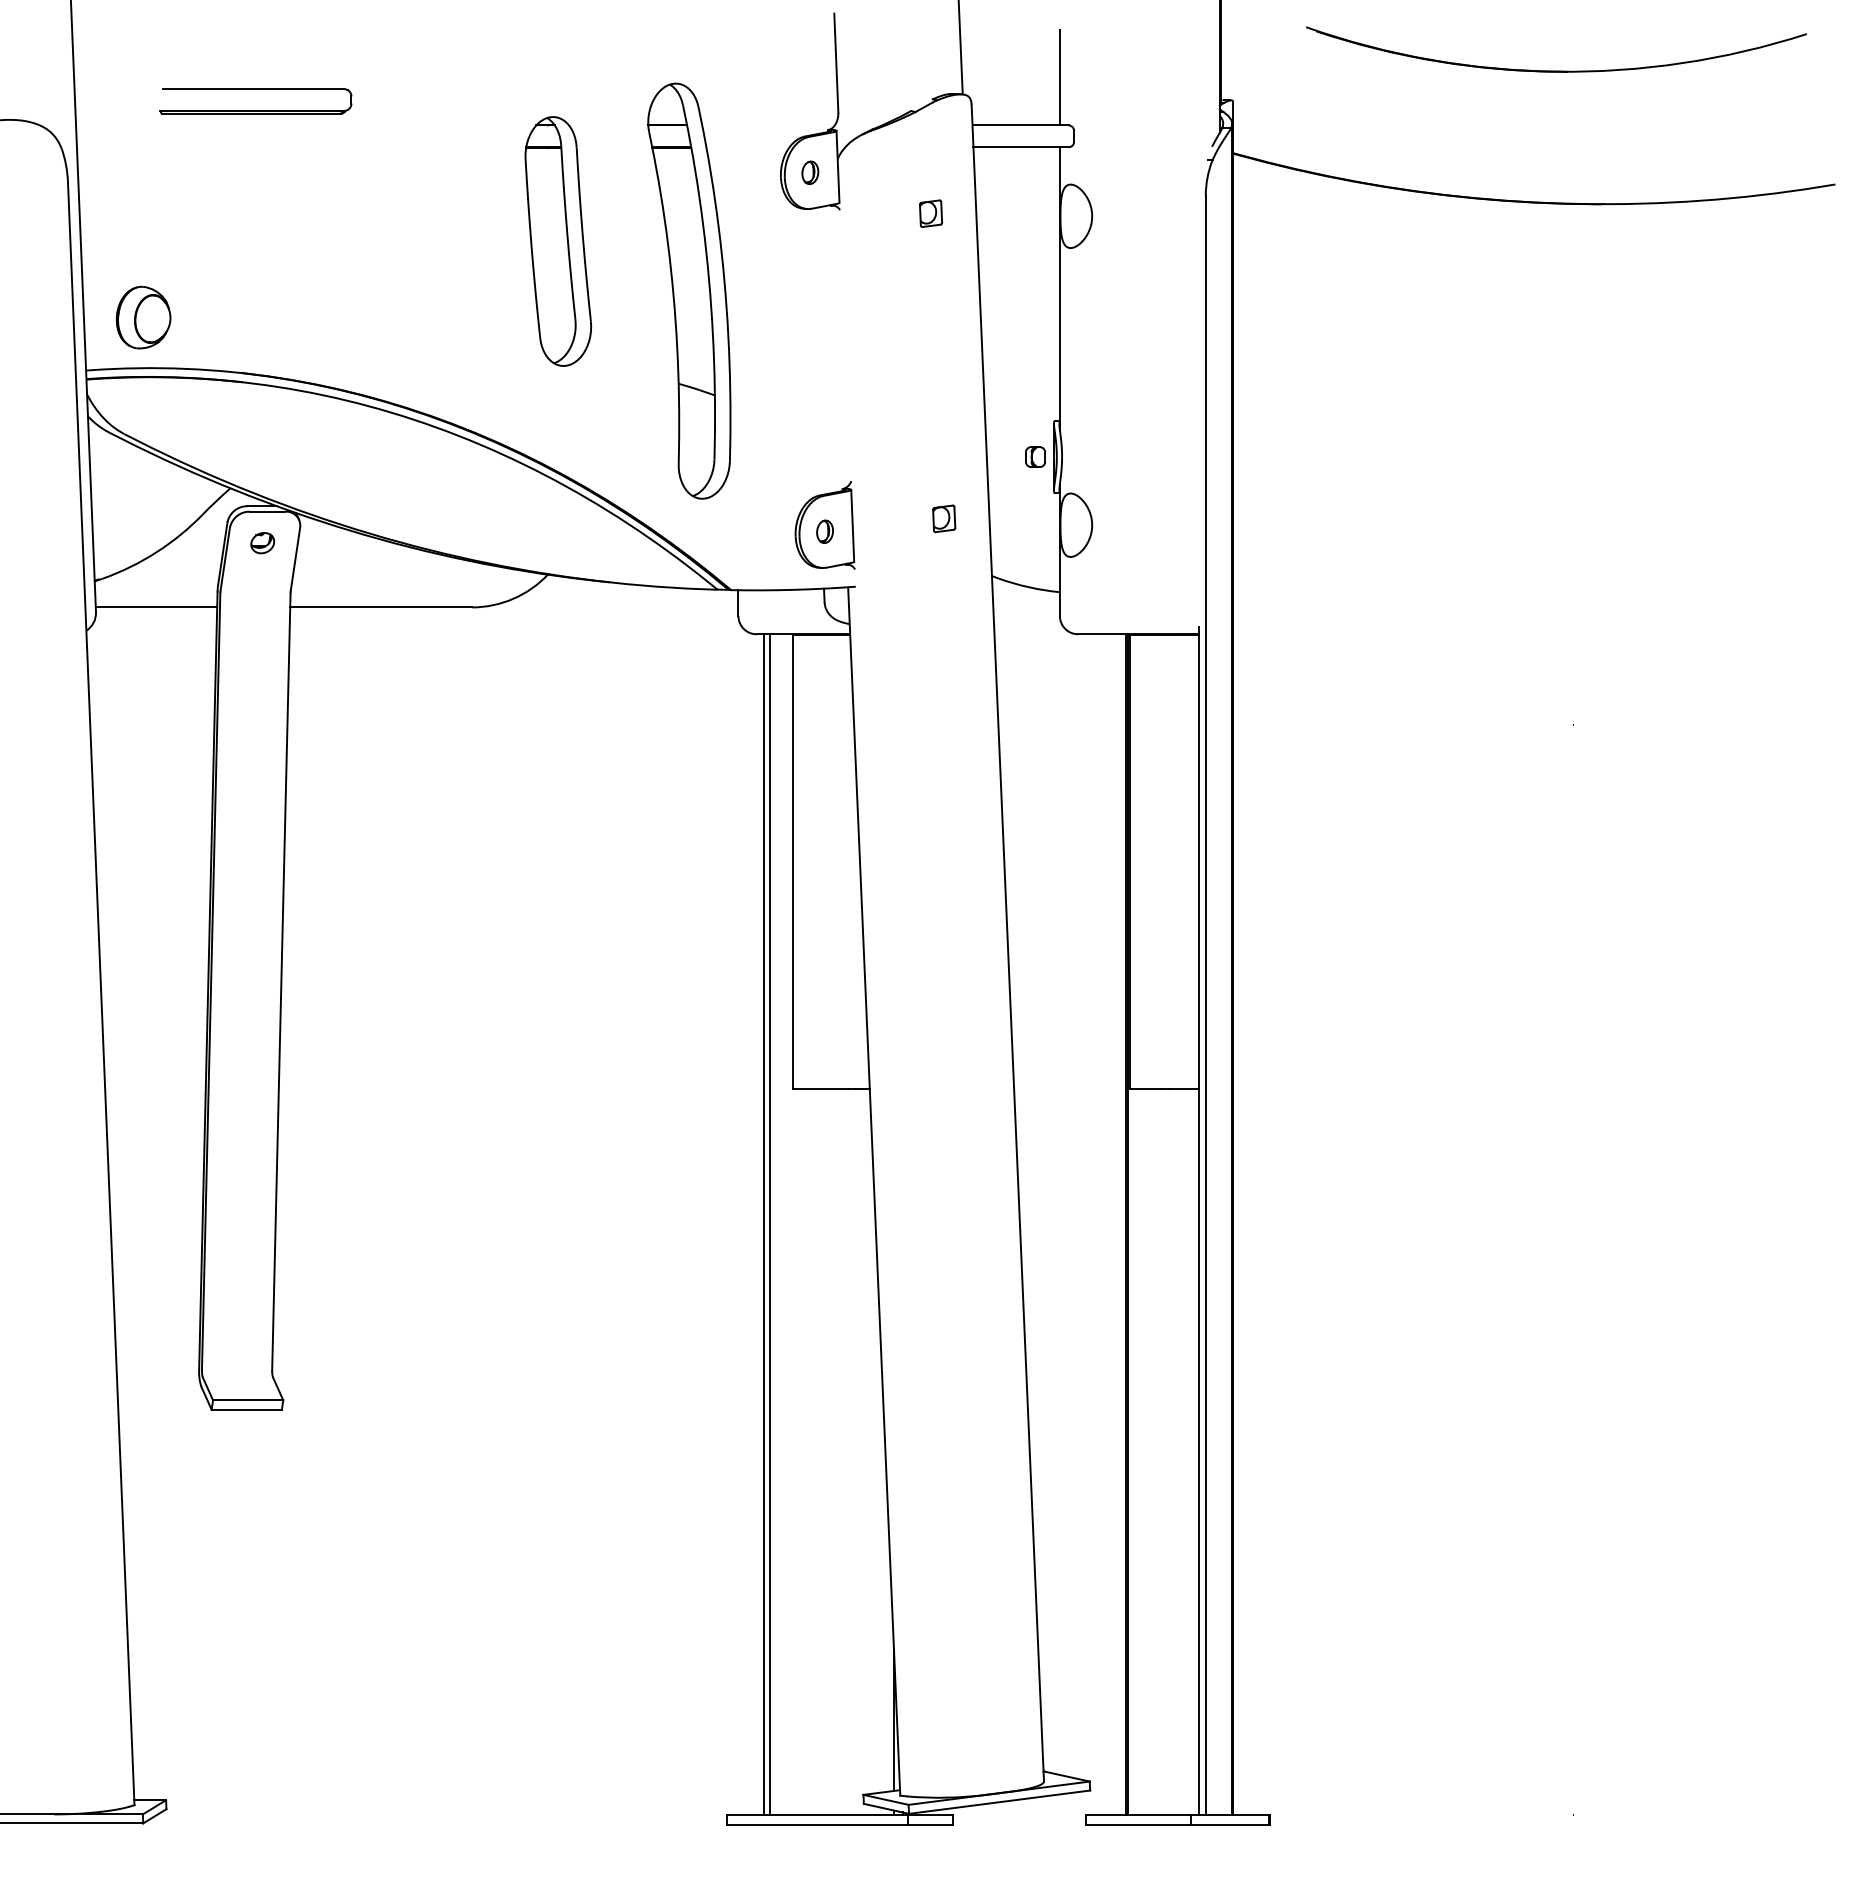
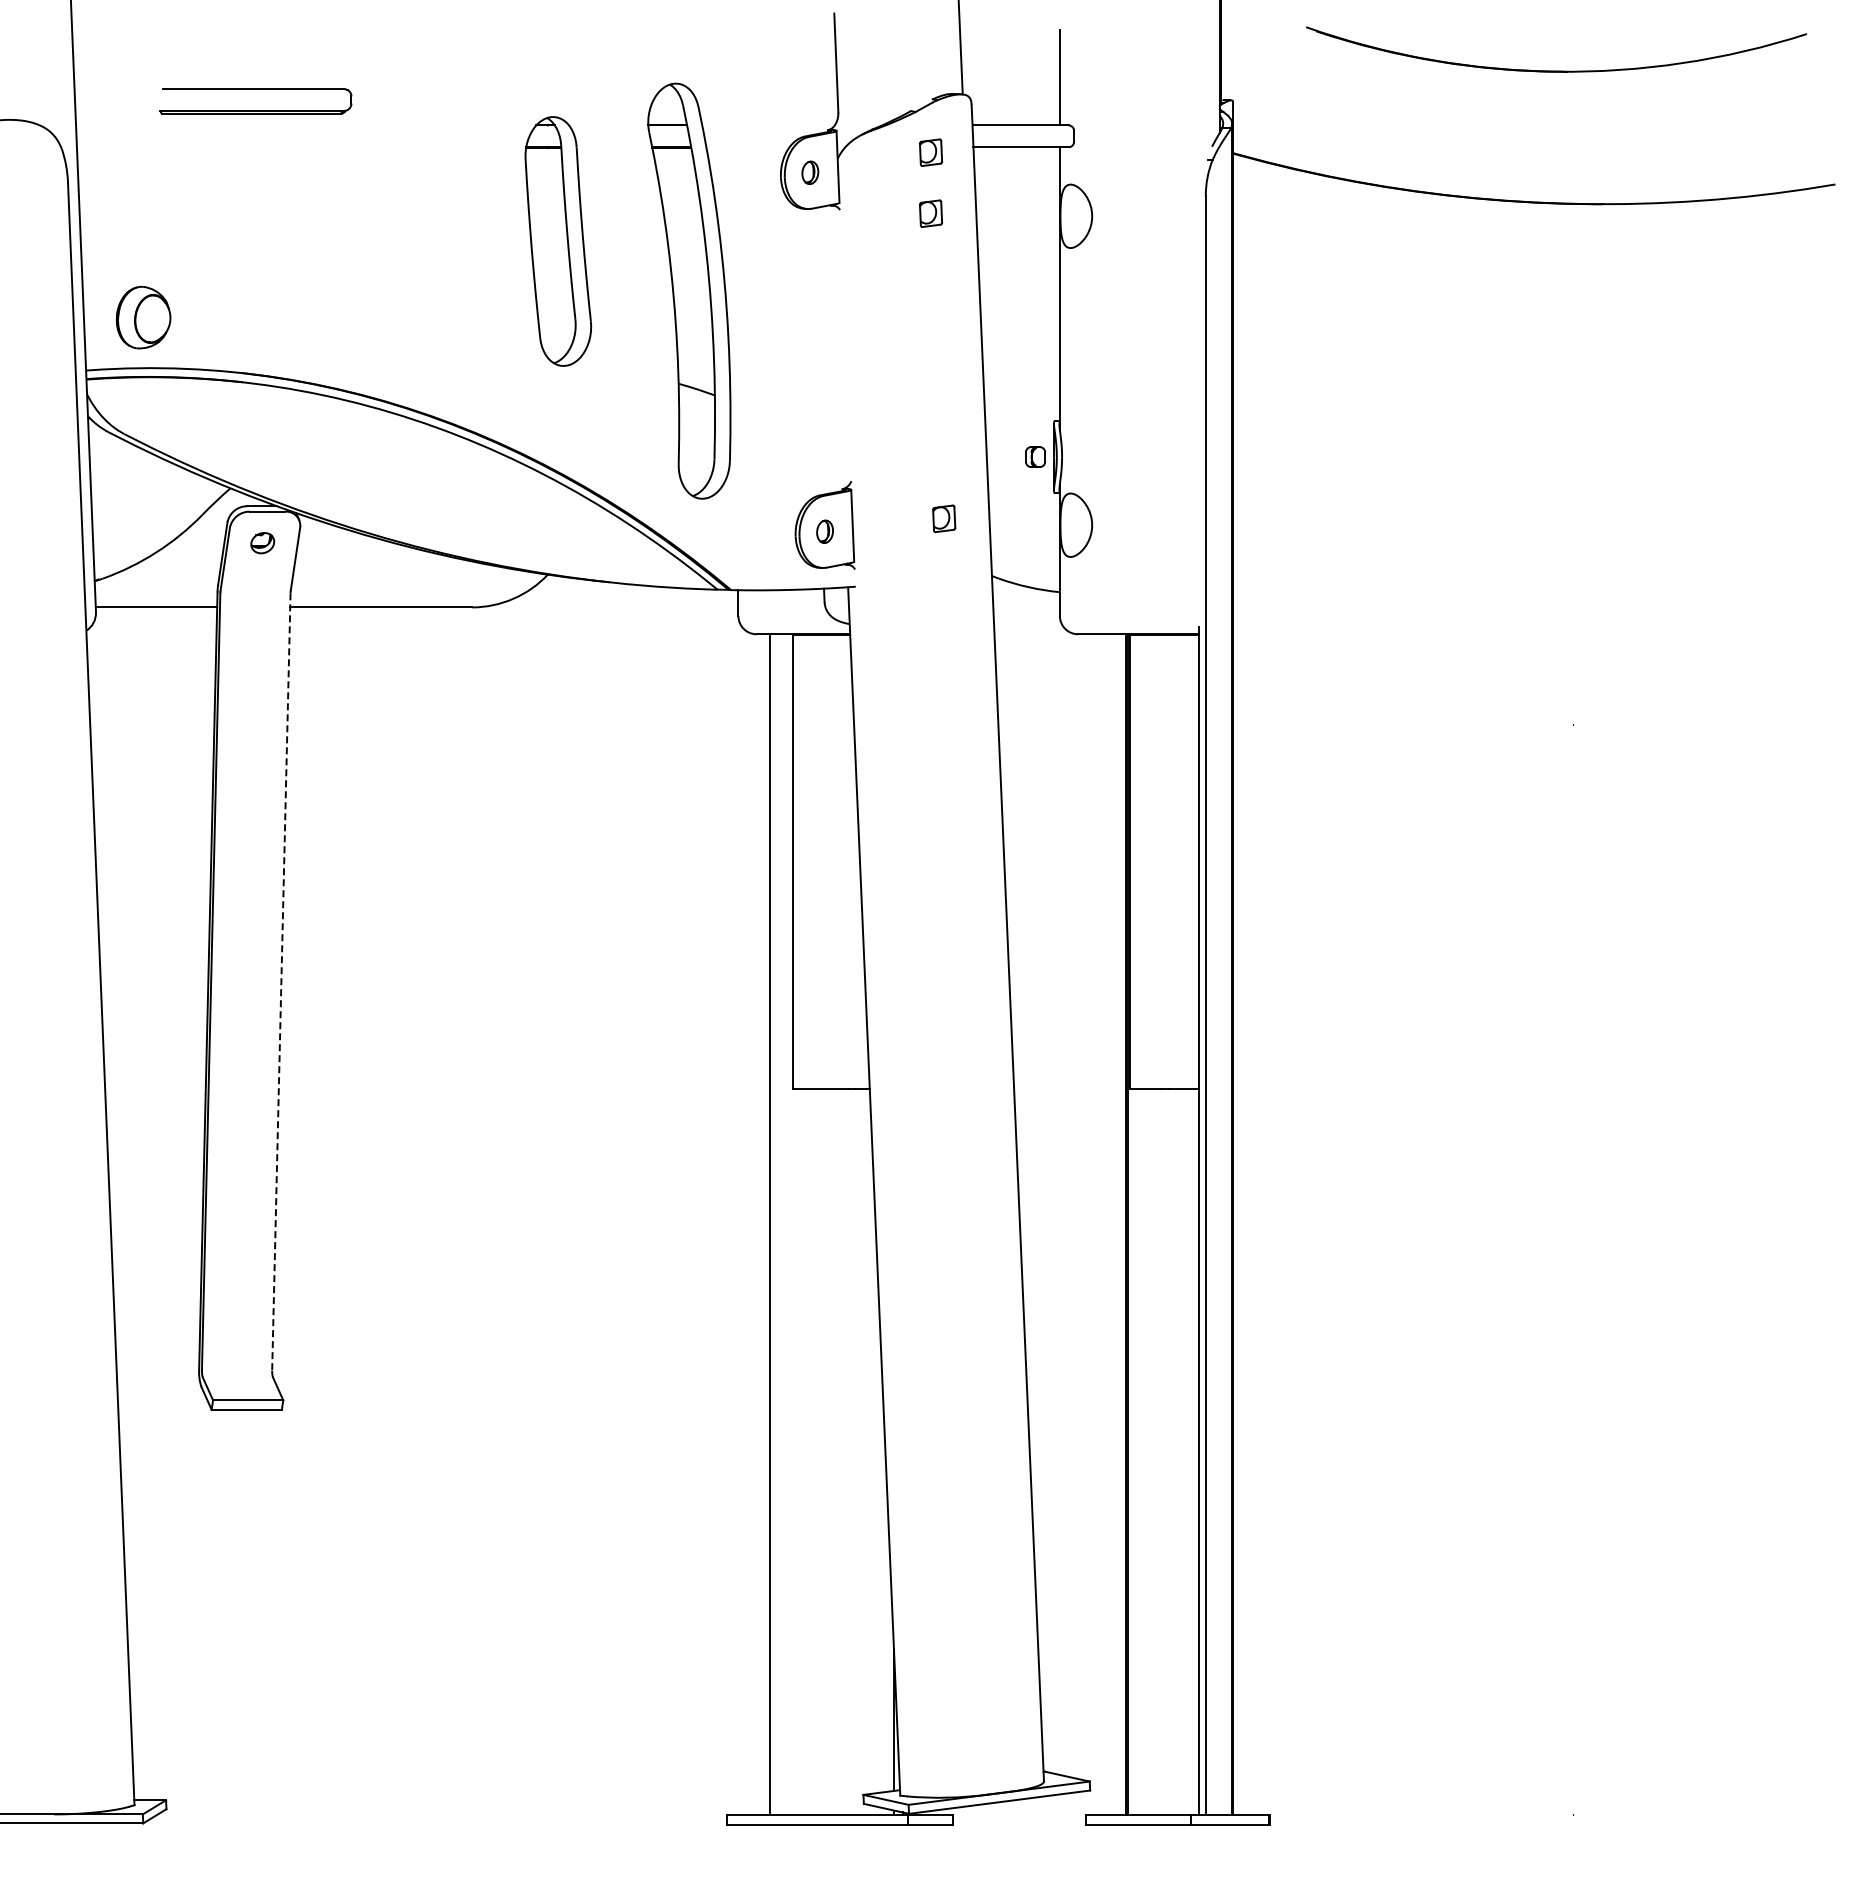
part at (930, 152): none -> present
line at (281, 982): solid -> dashed
line at (763, 1224): present -> none
